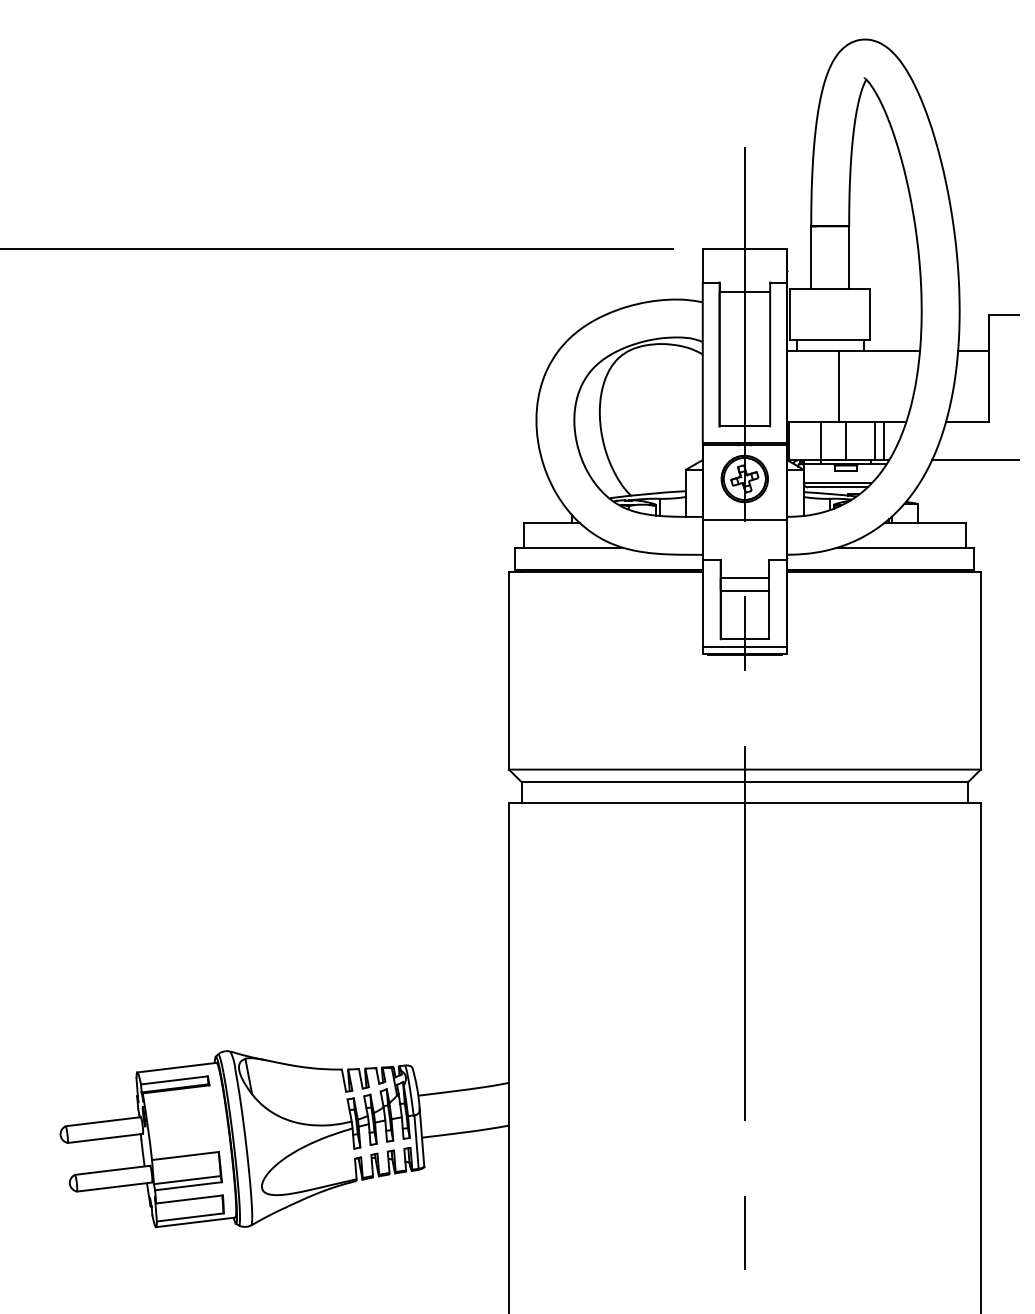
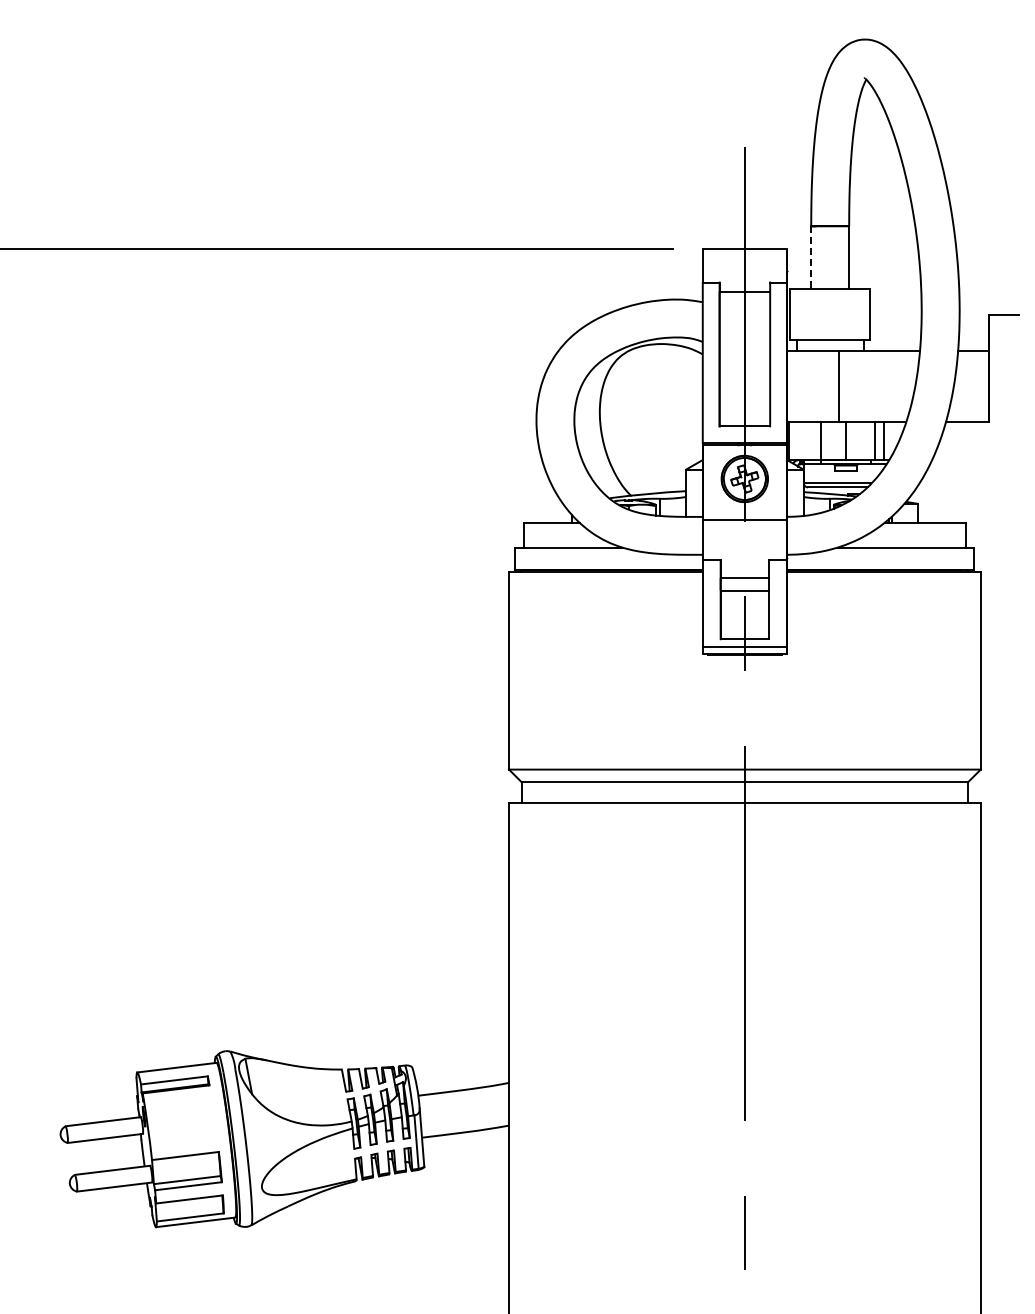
line at (811, 257): solid -> dashed
line at (975, 460): present -> none
